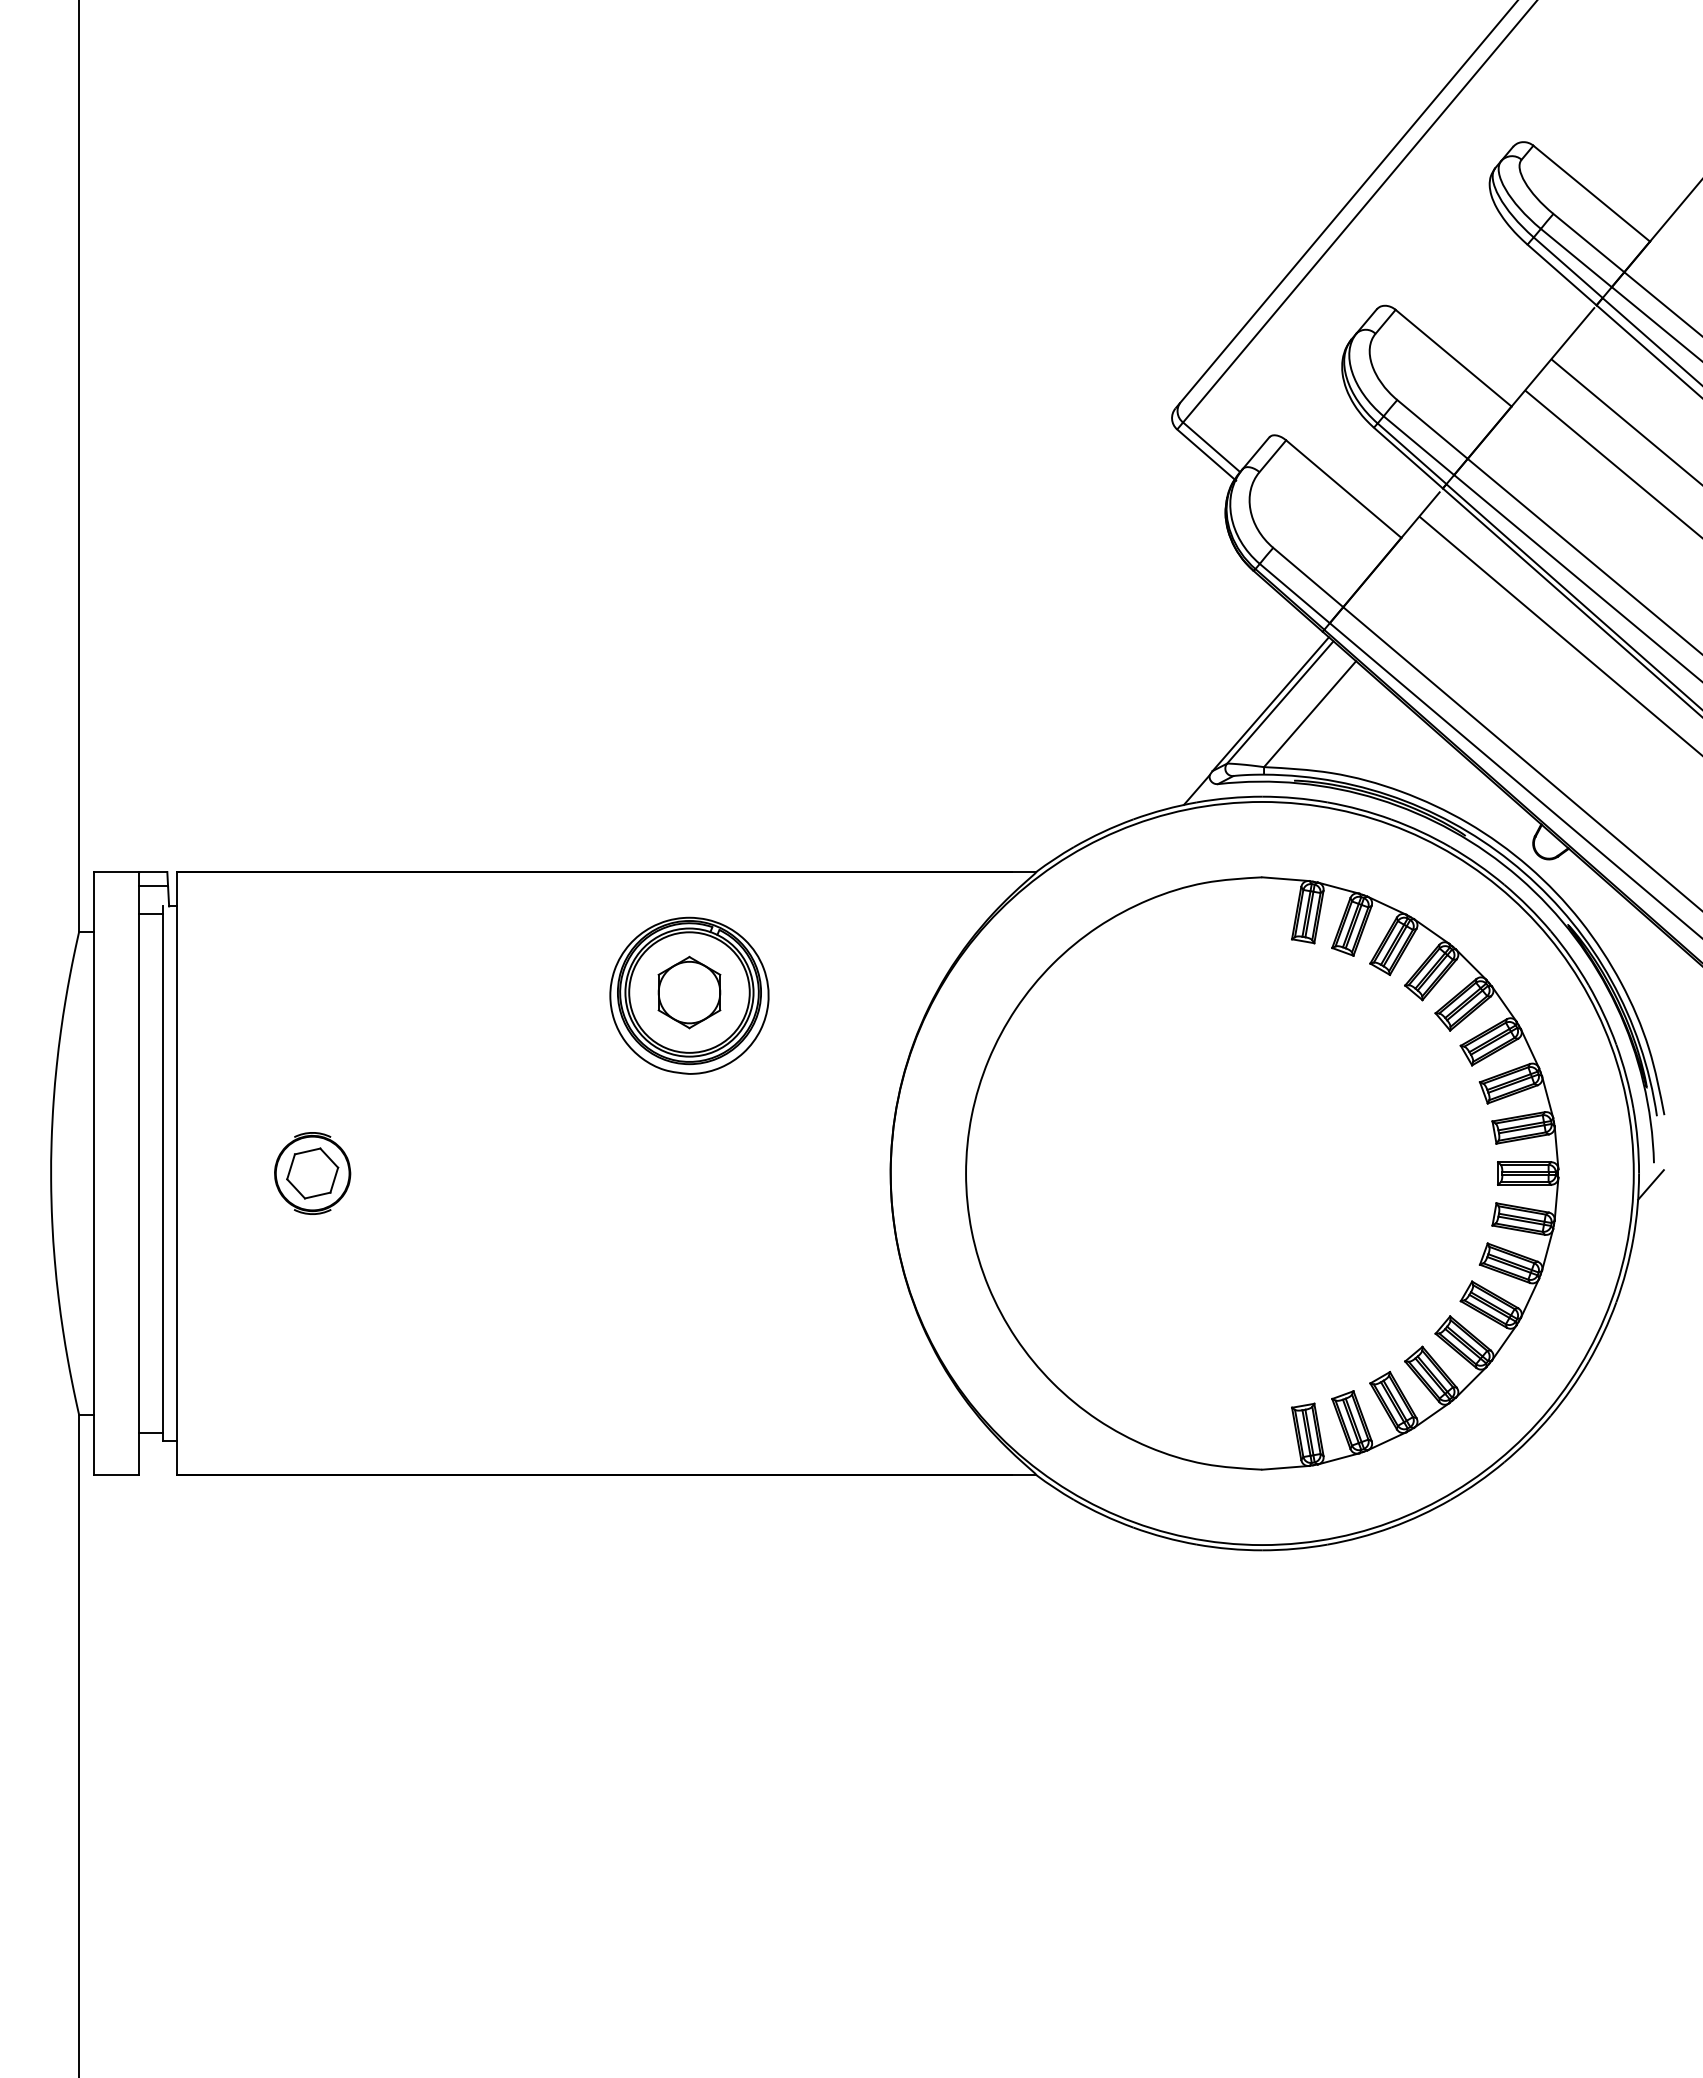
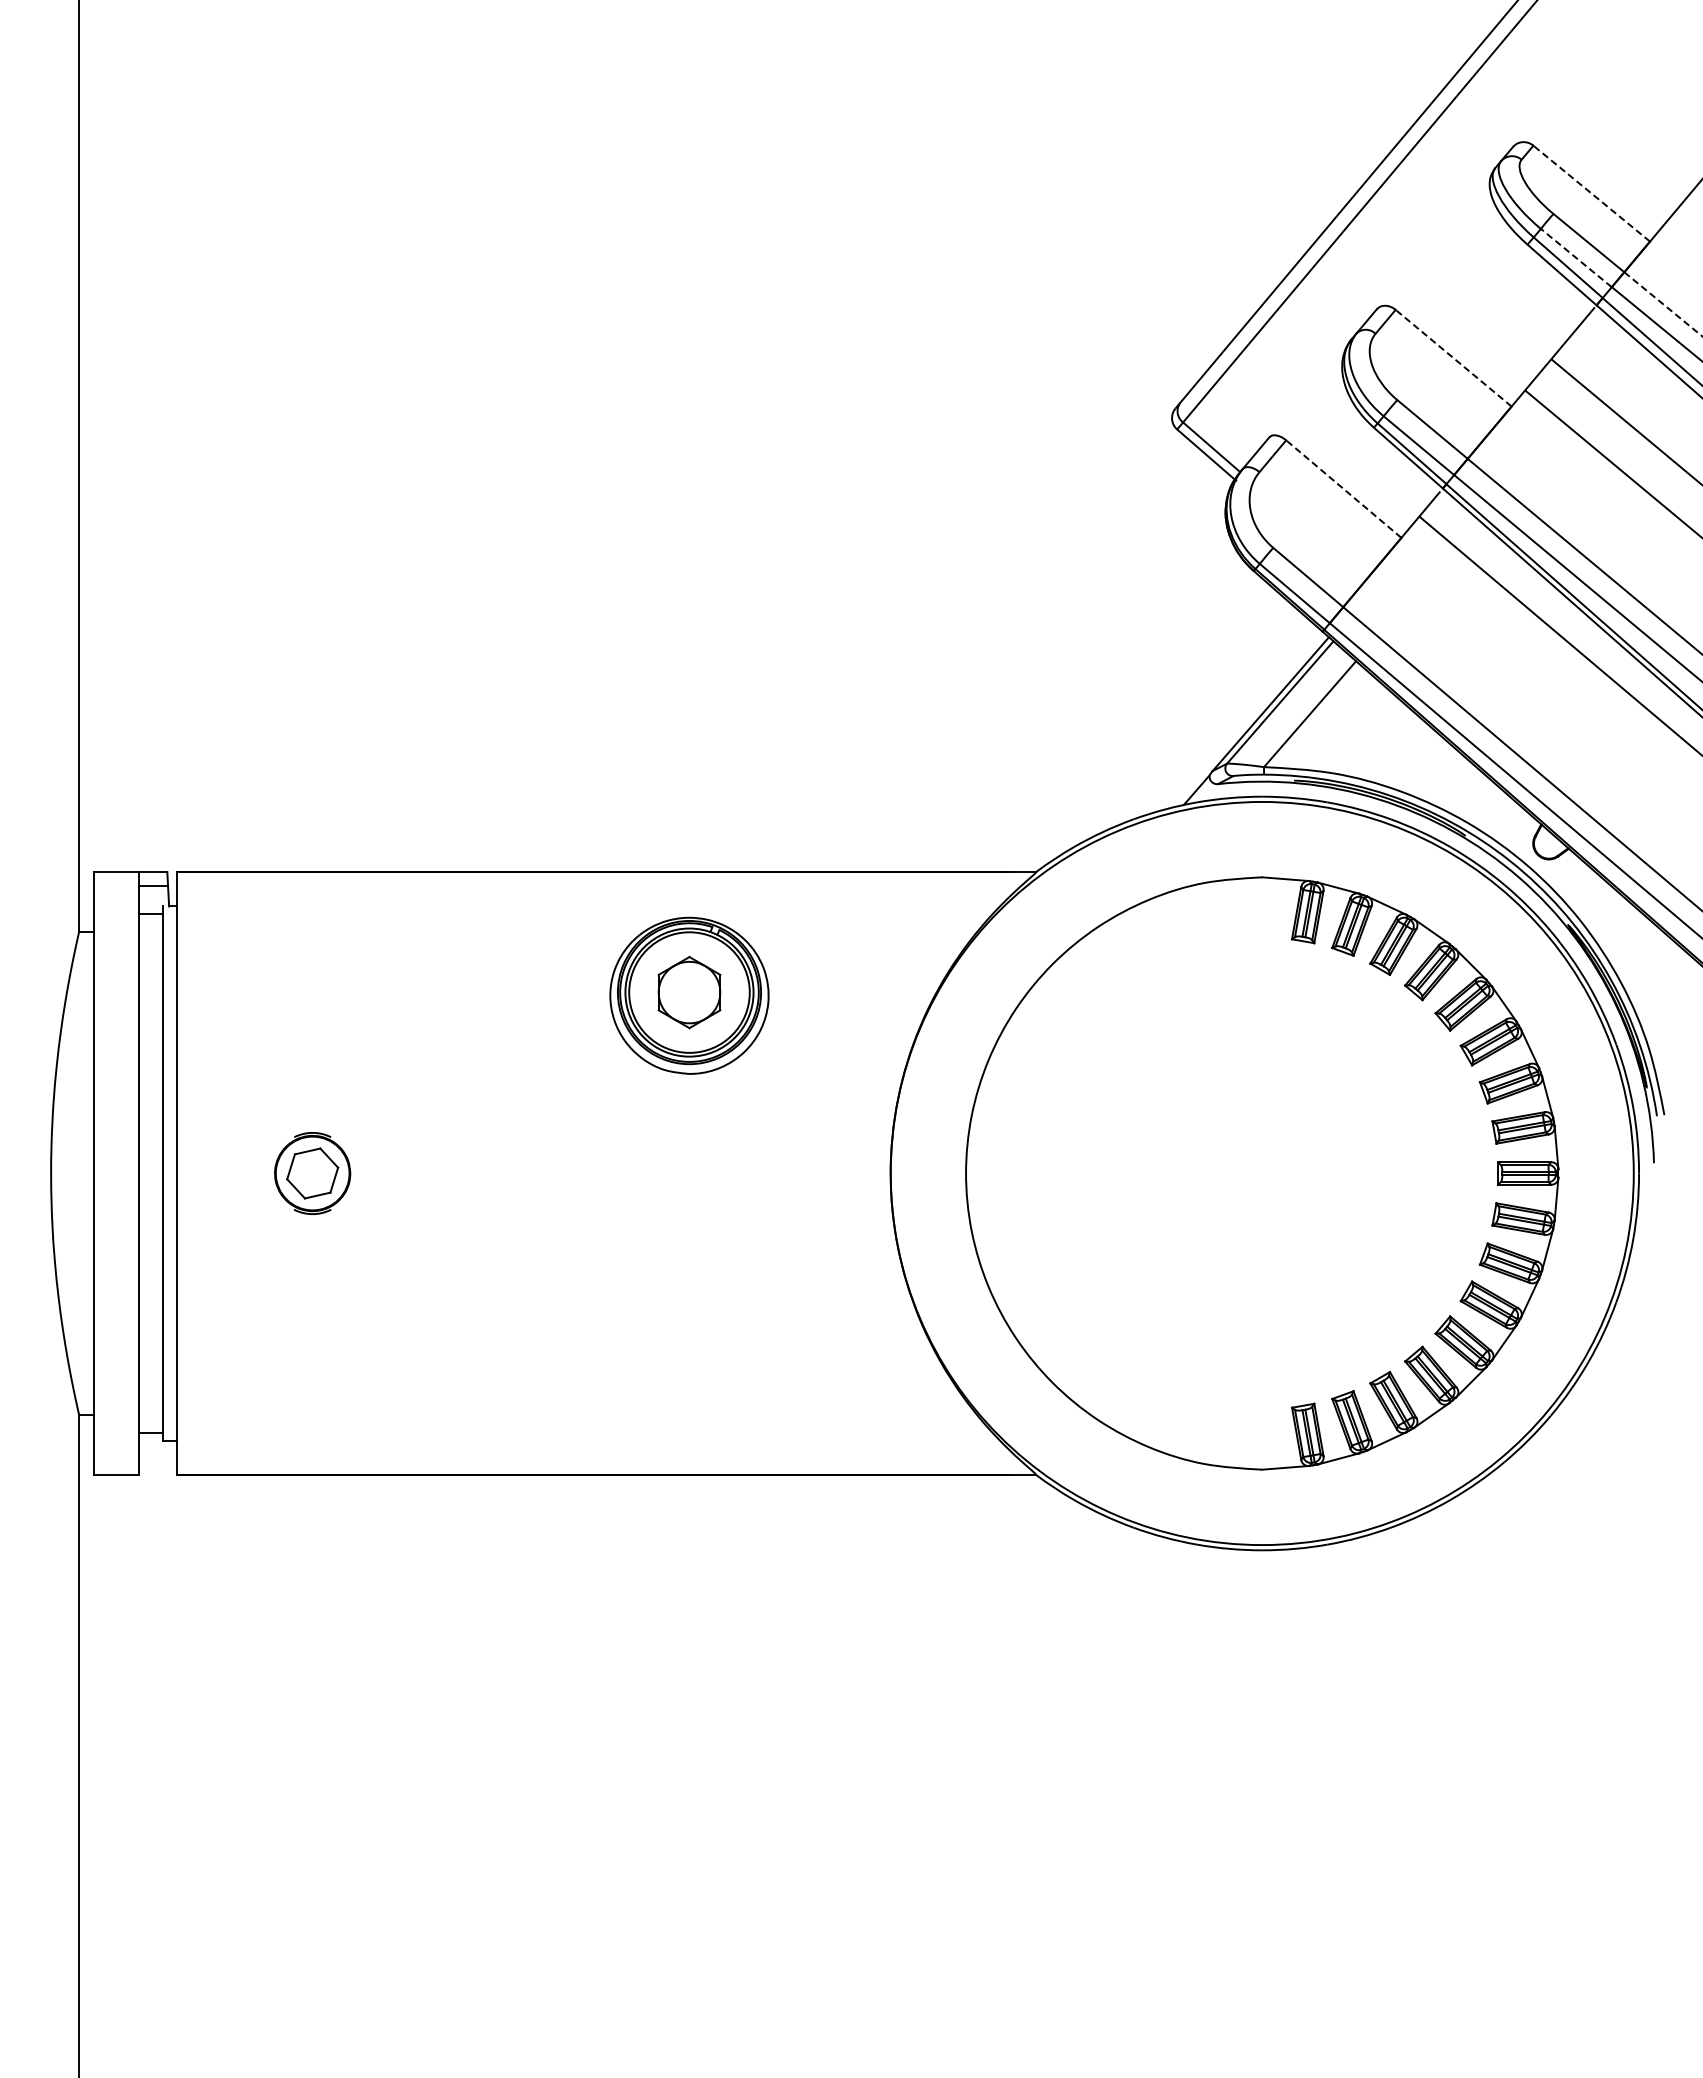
line at (1591, 193): solid -> dashed
line at (1576, 258): solid -> dashed
line at (1663, 304): solid -> dashed
line at (1453, 357): solid -> dashed
line at (1343, 488): solid -> dashed
line at (1650, 1184): present -> none
